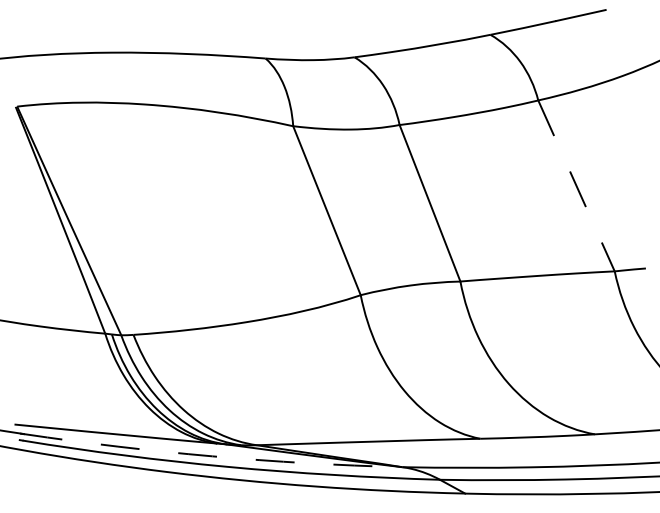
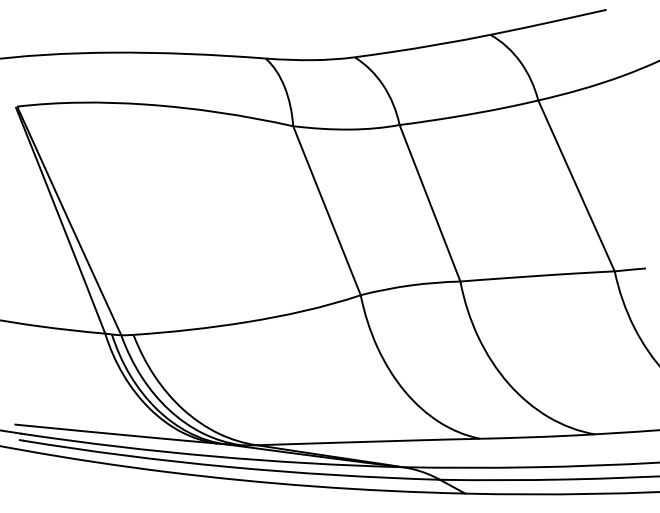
line at (576, 185): dashed -> solid
arc at (212, 456): dashed -> solid
